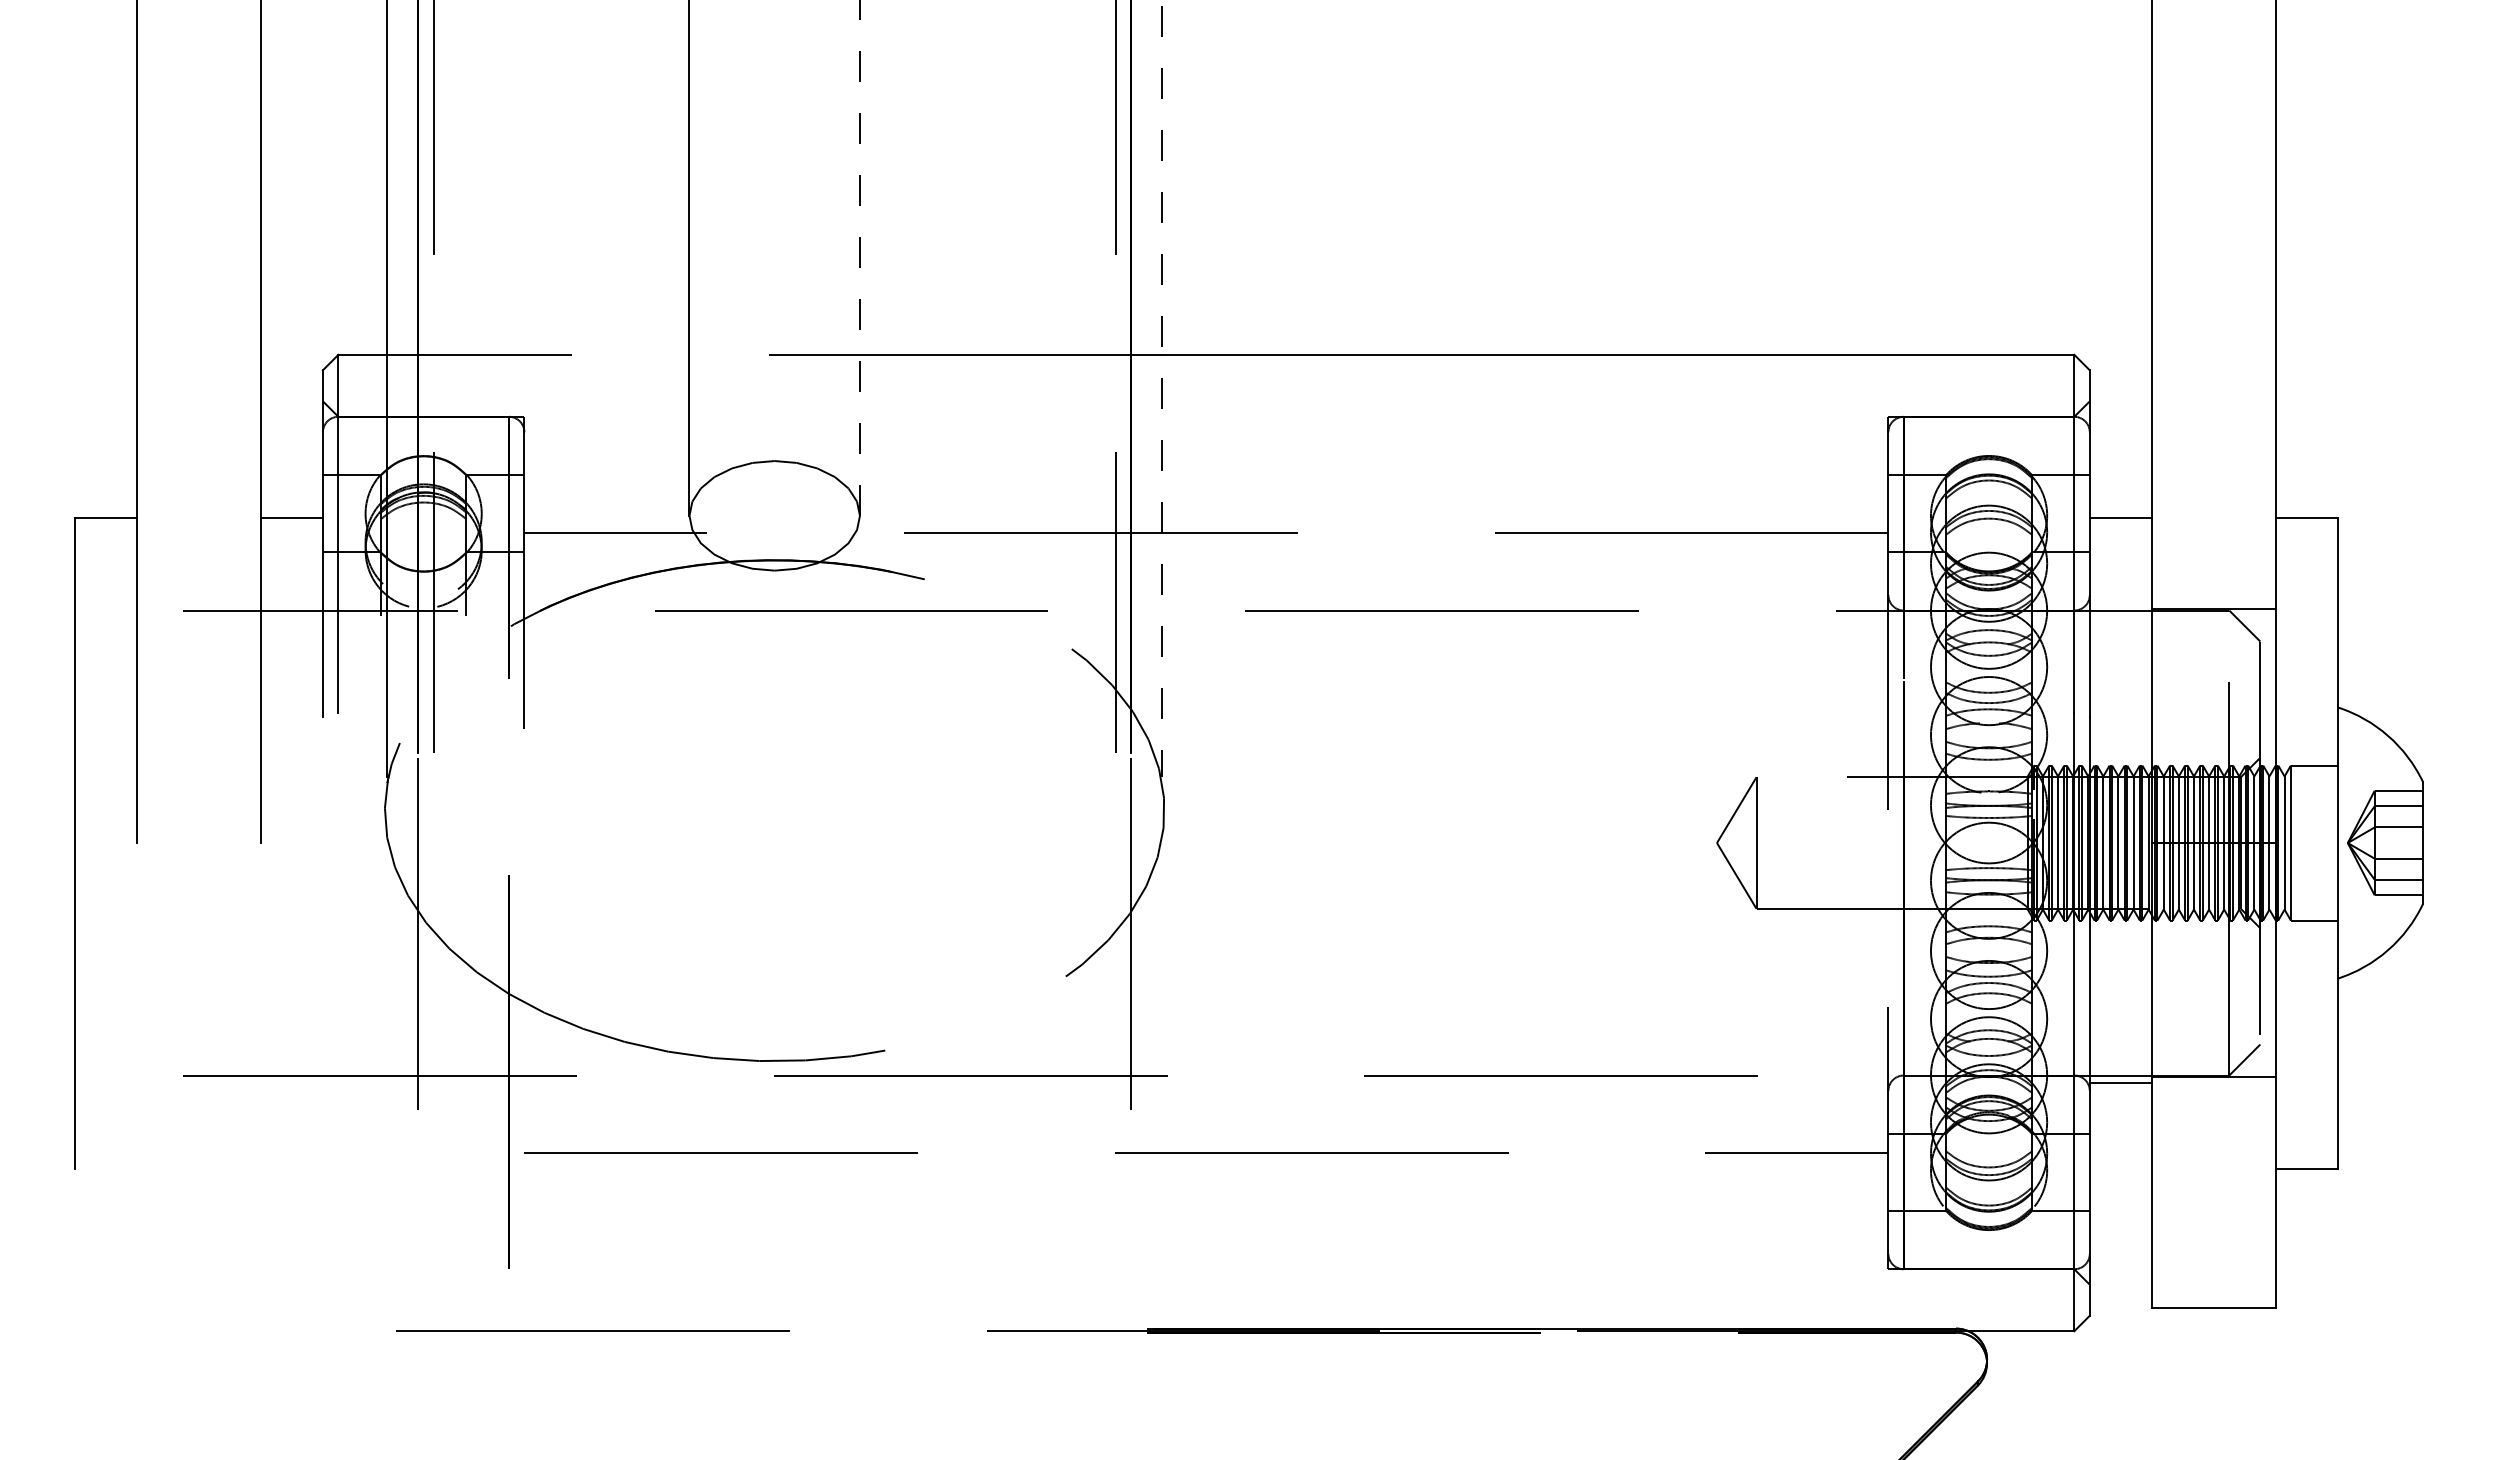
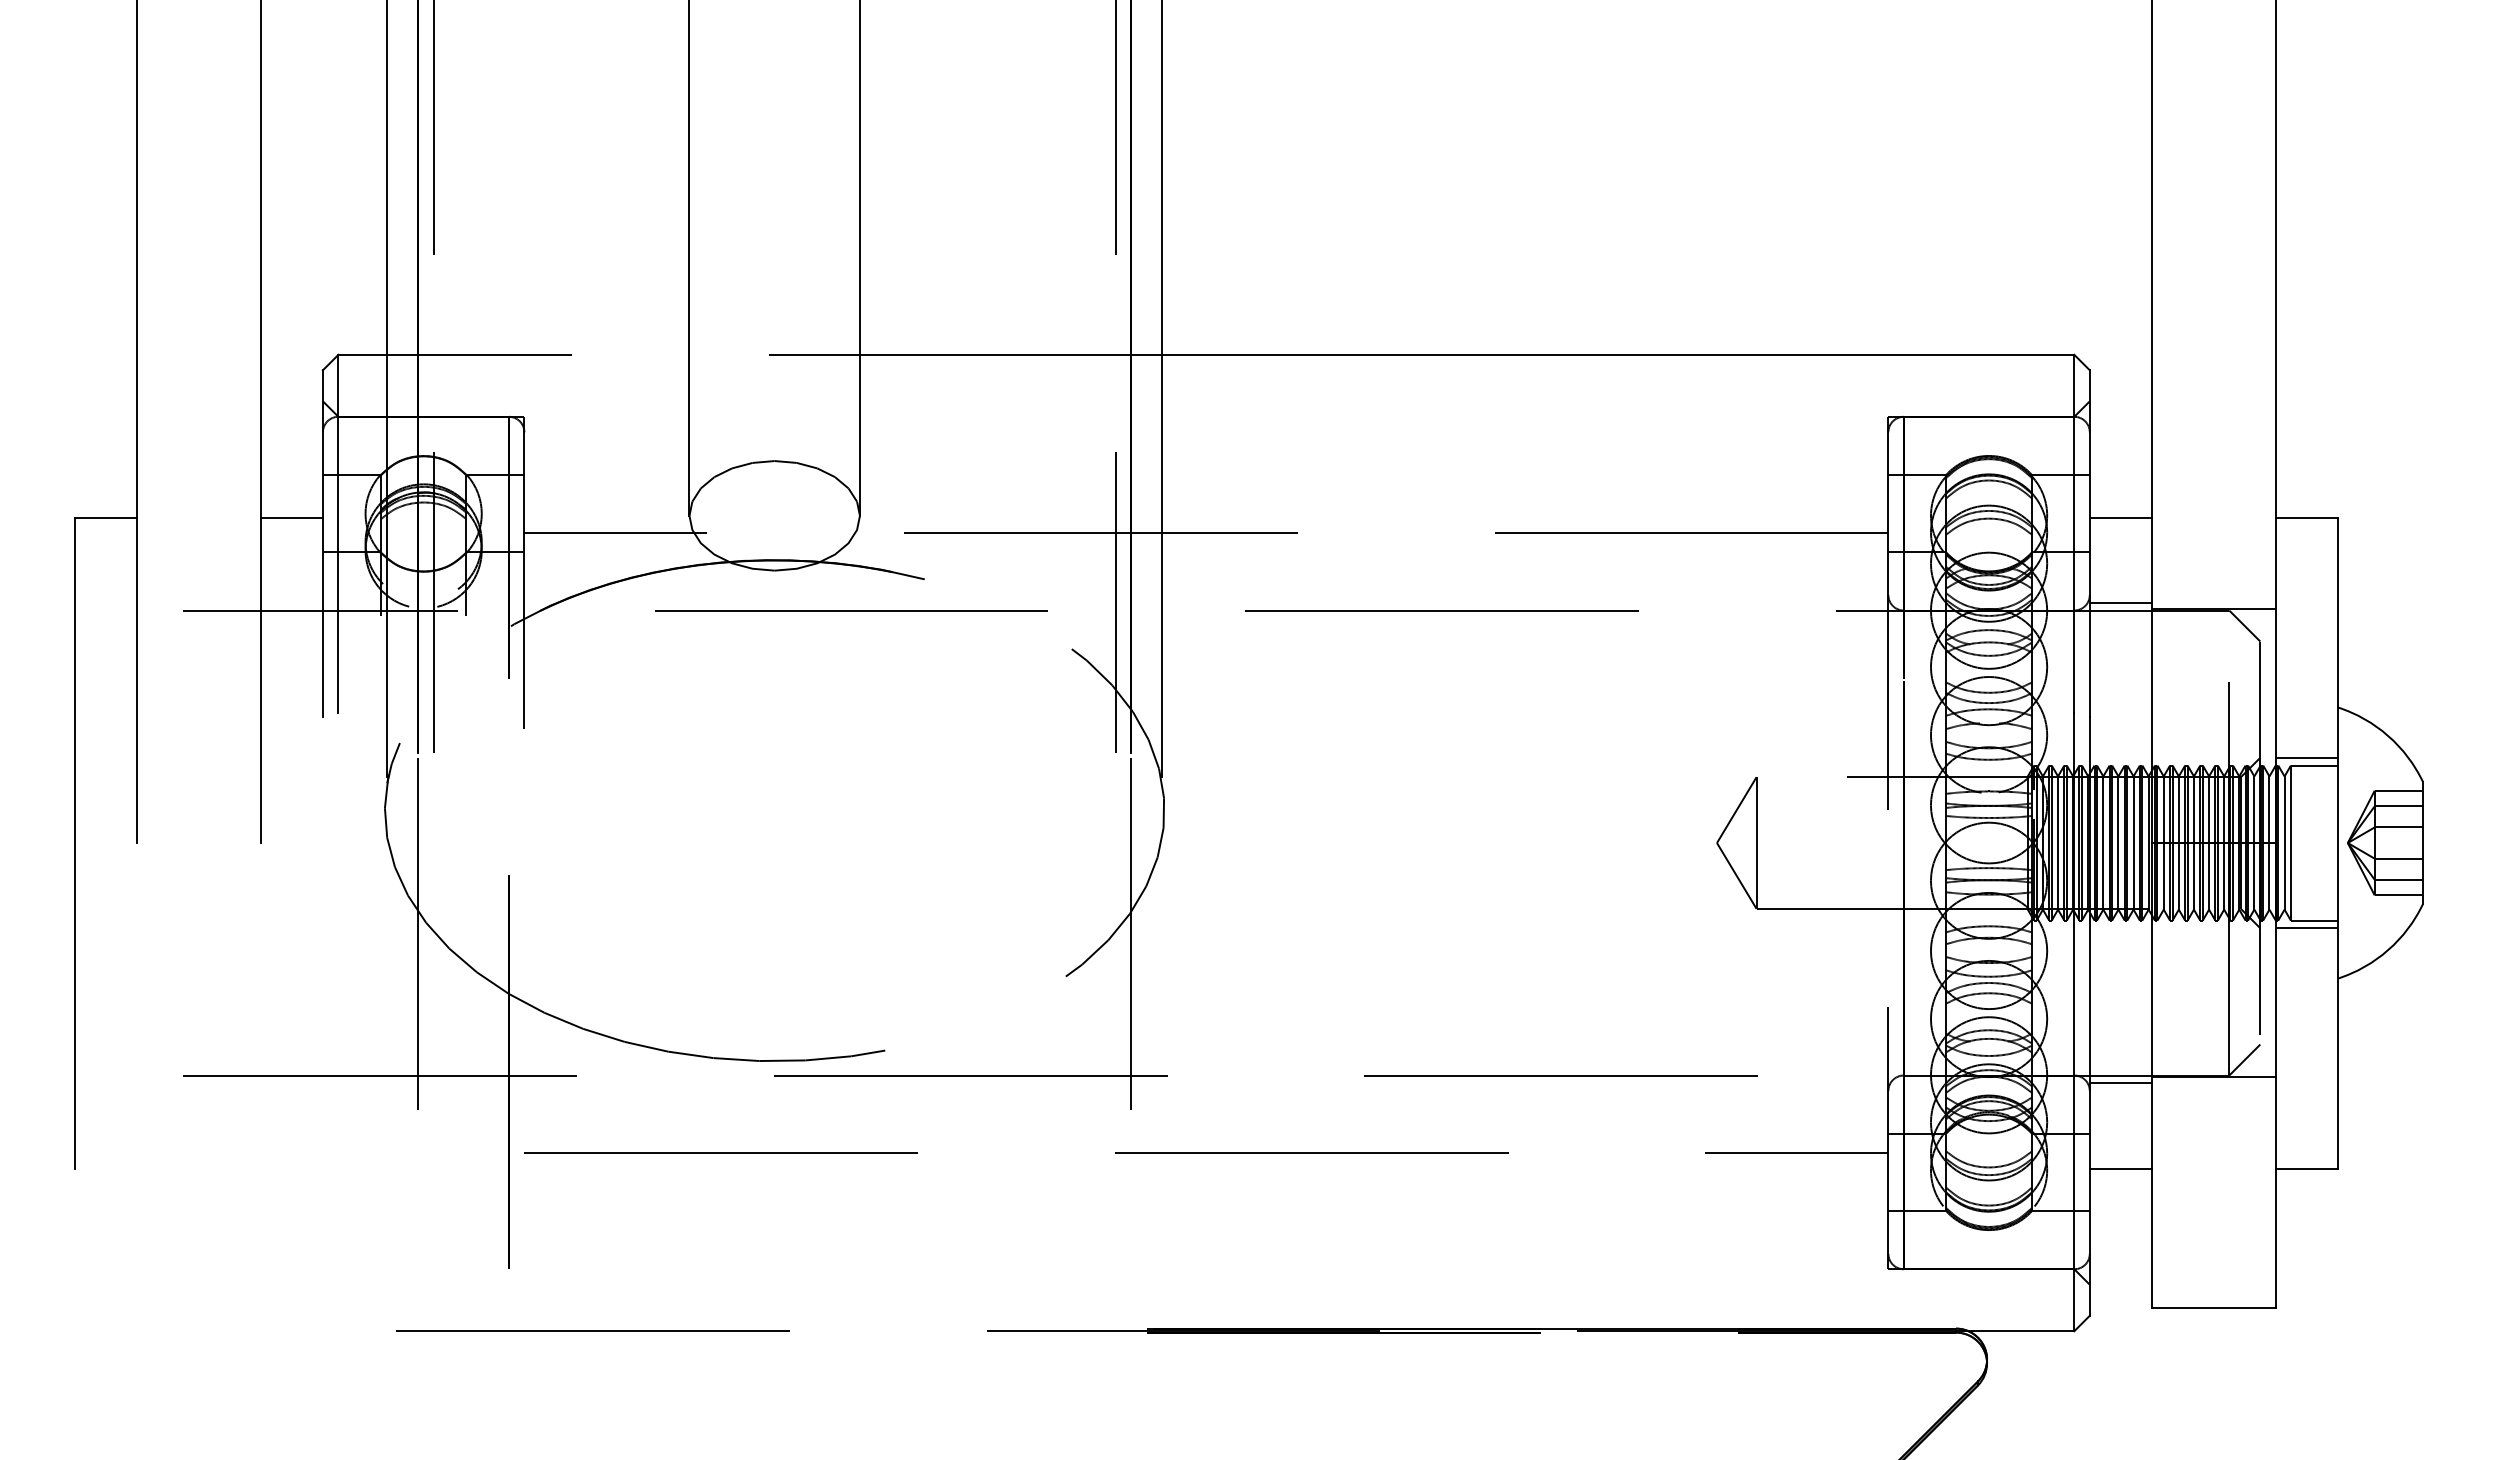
line at (859, 257): dashed -> solid
line at (1162, 389): dashed -> solid
line at (2120, 602): none -> present
line at (2306, 757): none -> present
line at (2306, 928): none -> present
line at (2120, 1168): none -> present
